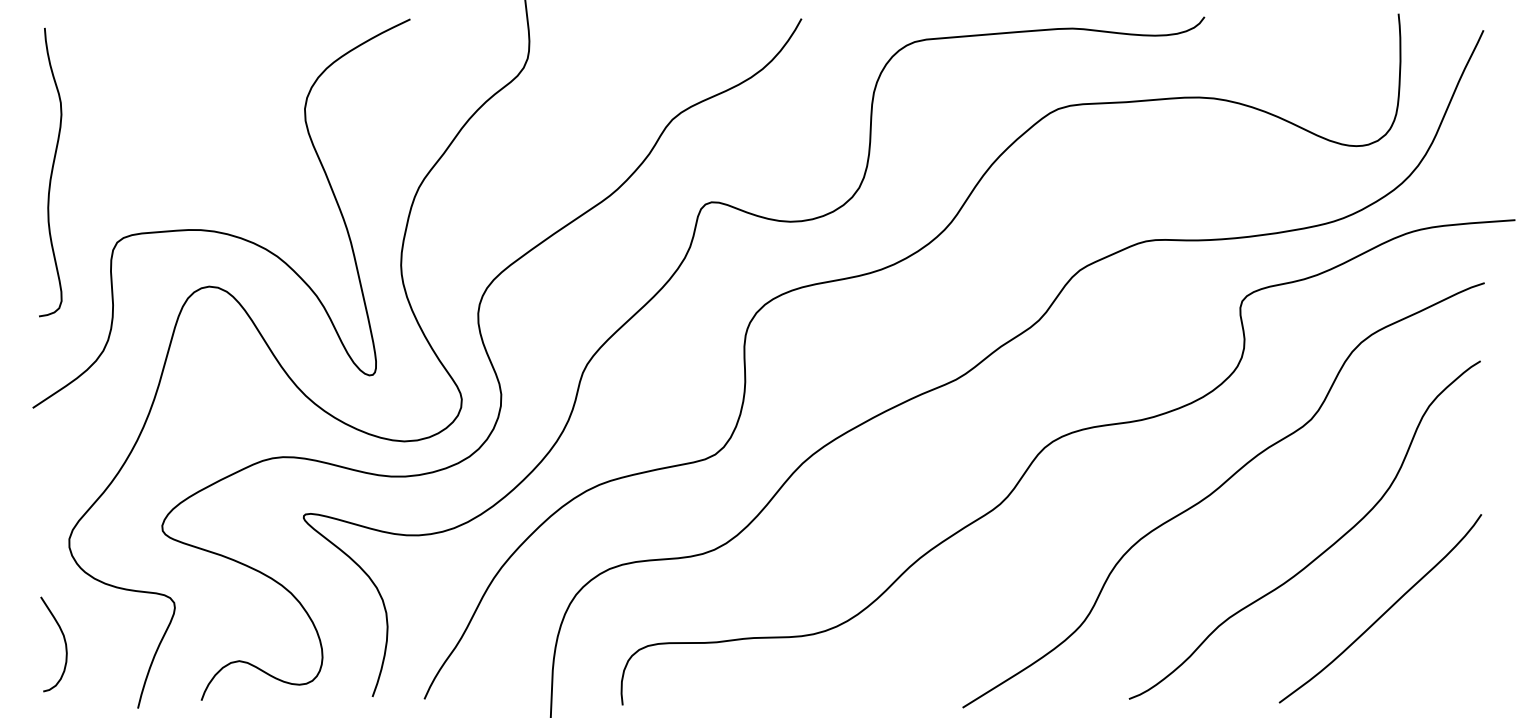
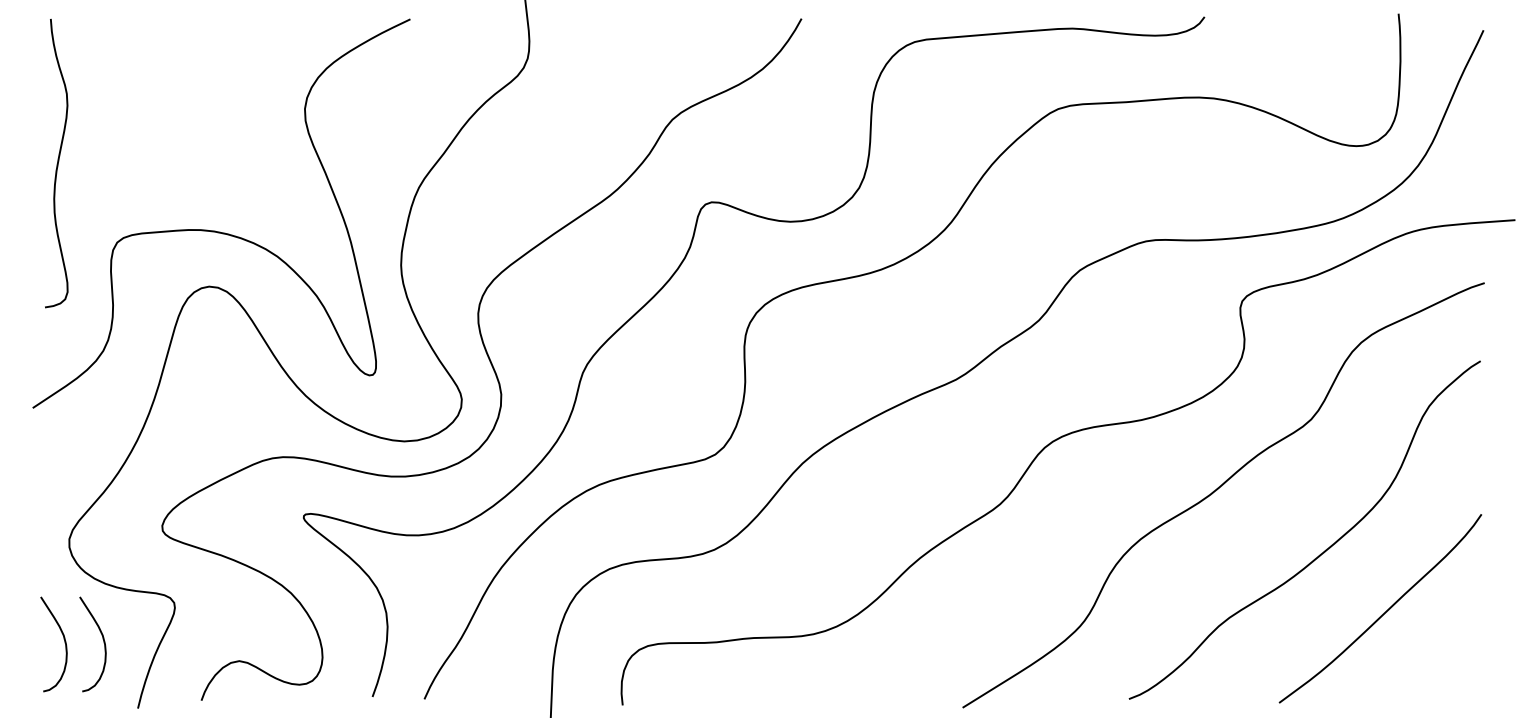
curve at (51, 172) position: (51, 172) -> (57, 163)
curve at (103, 643): none -> present
